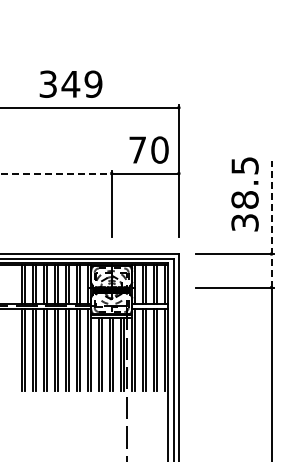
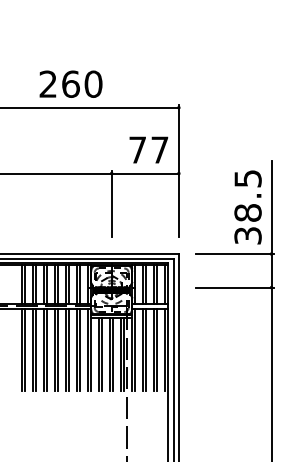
text at (70, 83): 349 -> 260
text at (159, 149): 70 -> 77
line at (56, 173): dashed -> solid
text at (244, 194) position: (244, 194) -> (247, 207)
line at (271, 224): dashed -> solid
